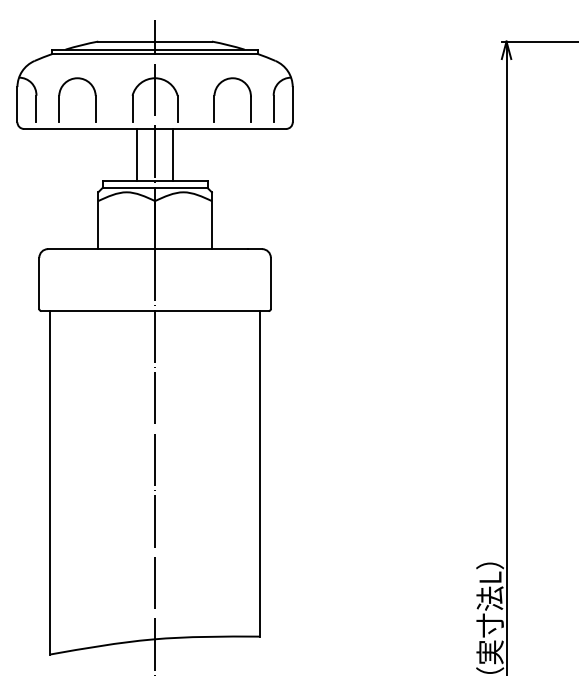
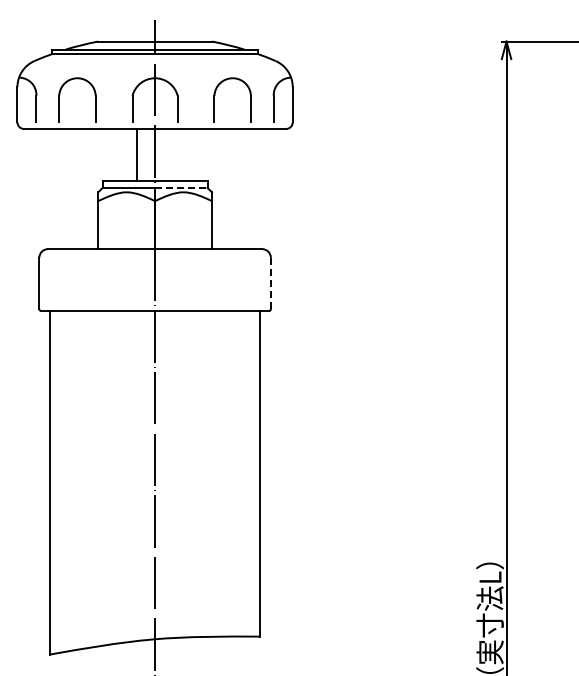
line at (172, 154): present -> none
line at (181, 187): solid -> dashed
line at (270, 283): solid -> dashed
